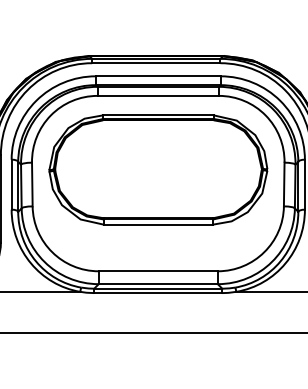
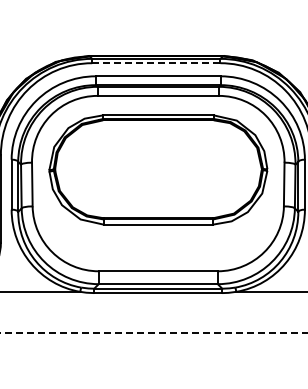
line at (155, 63): solid -> dashed
line at (153, 333): solid -> dashed
